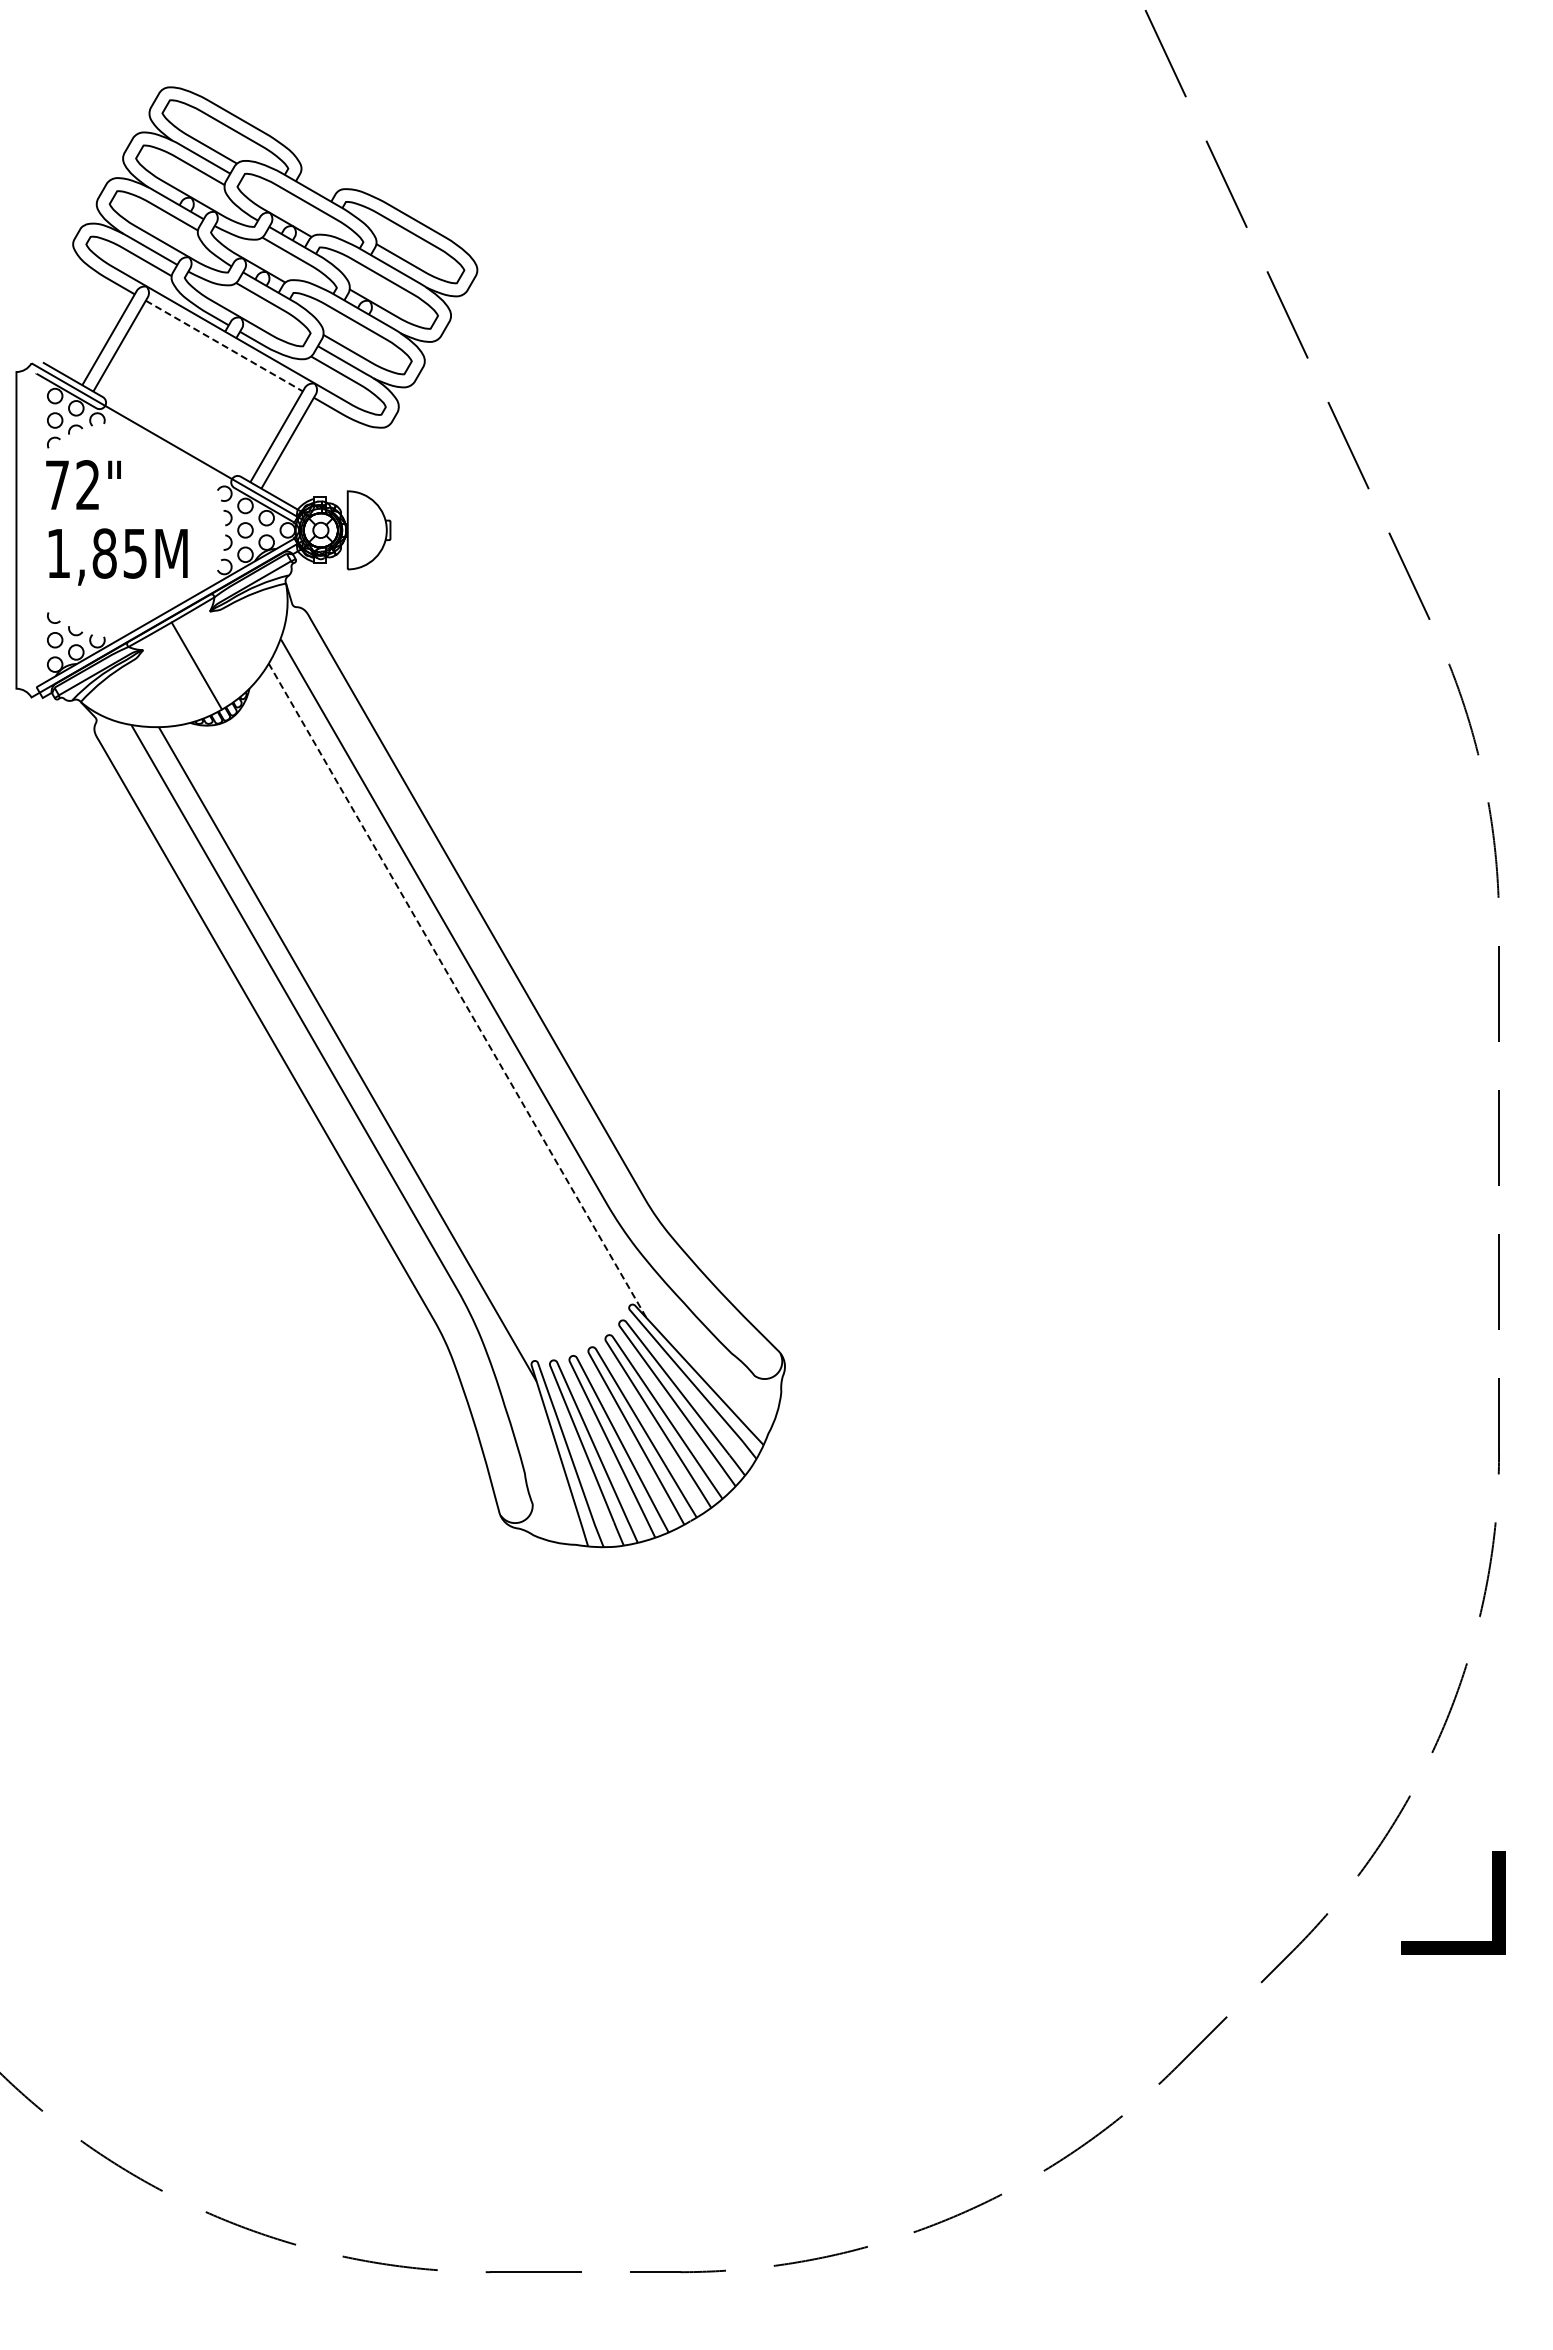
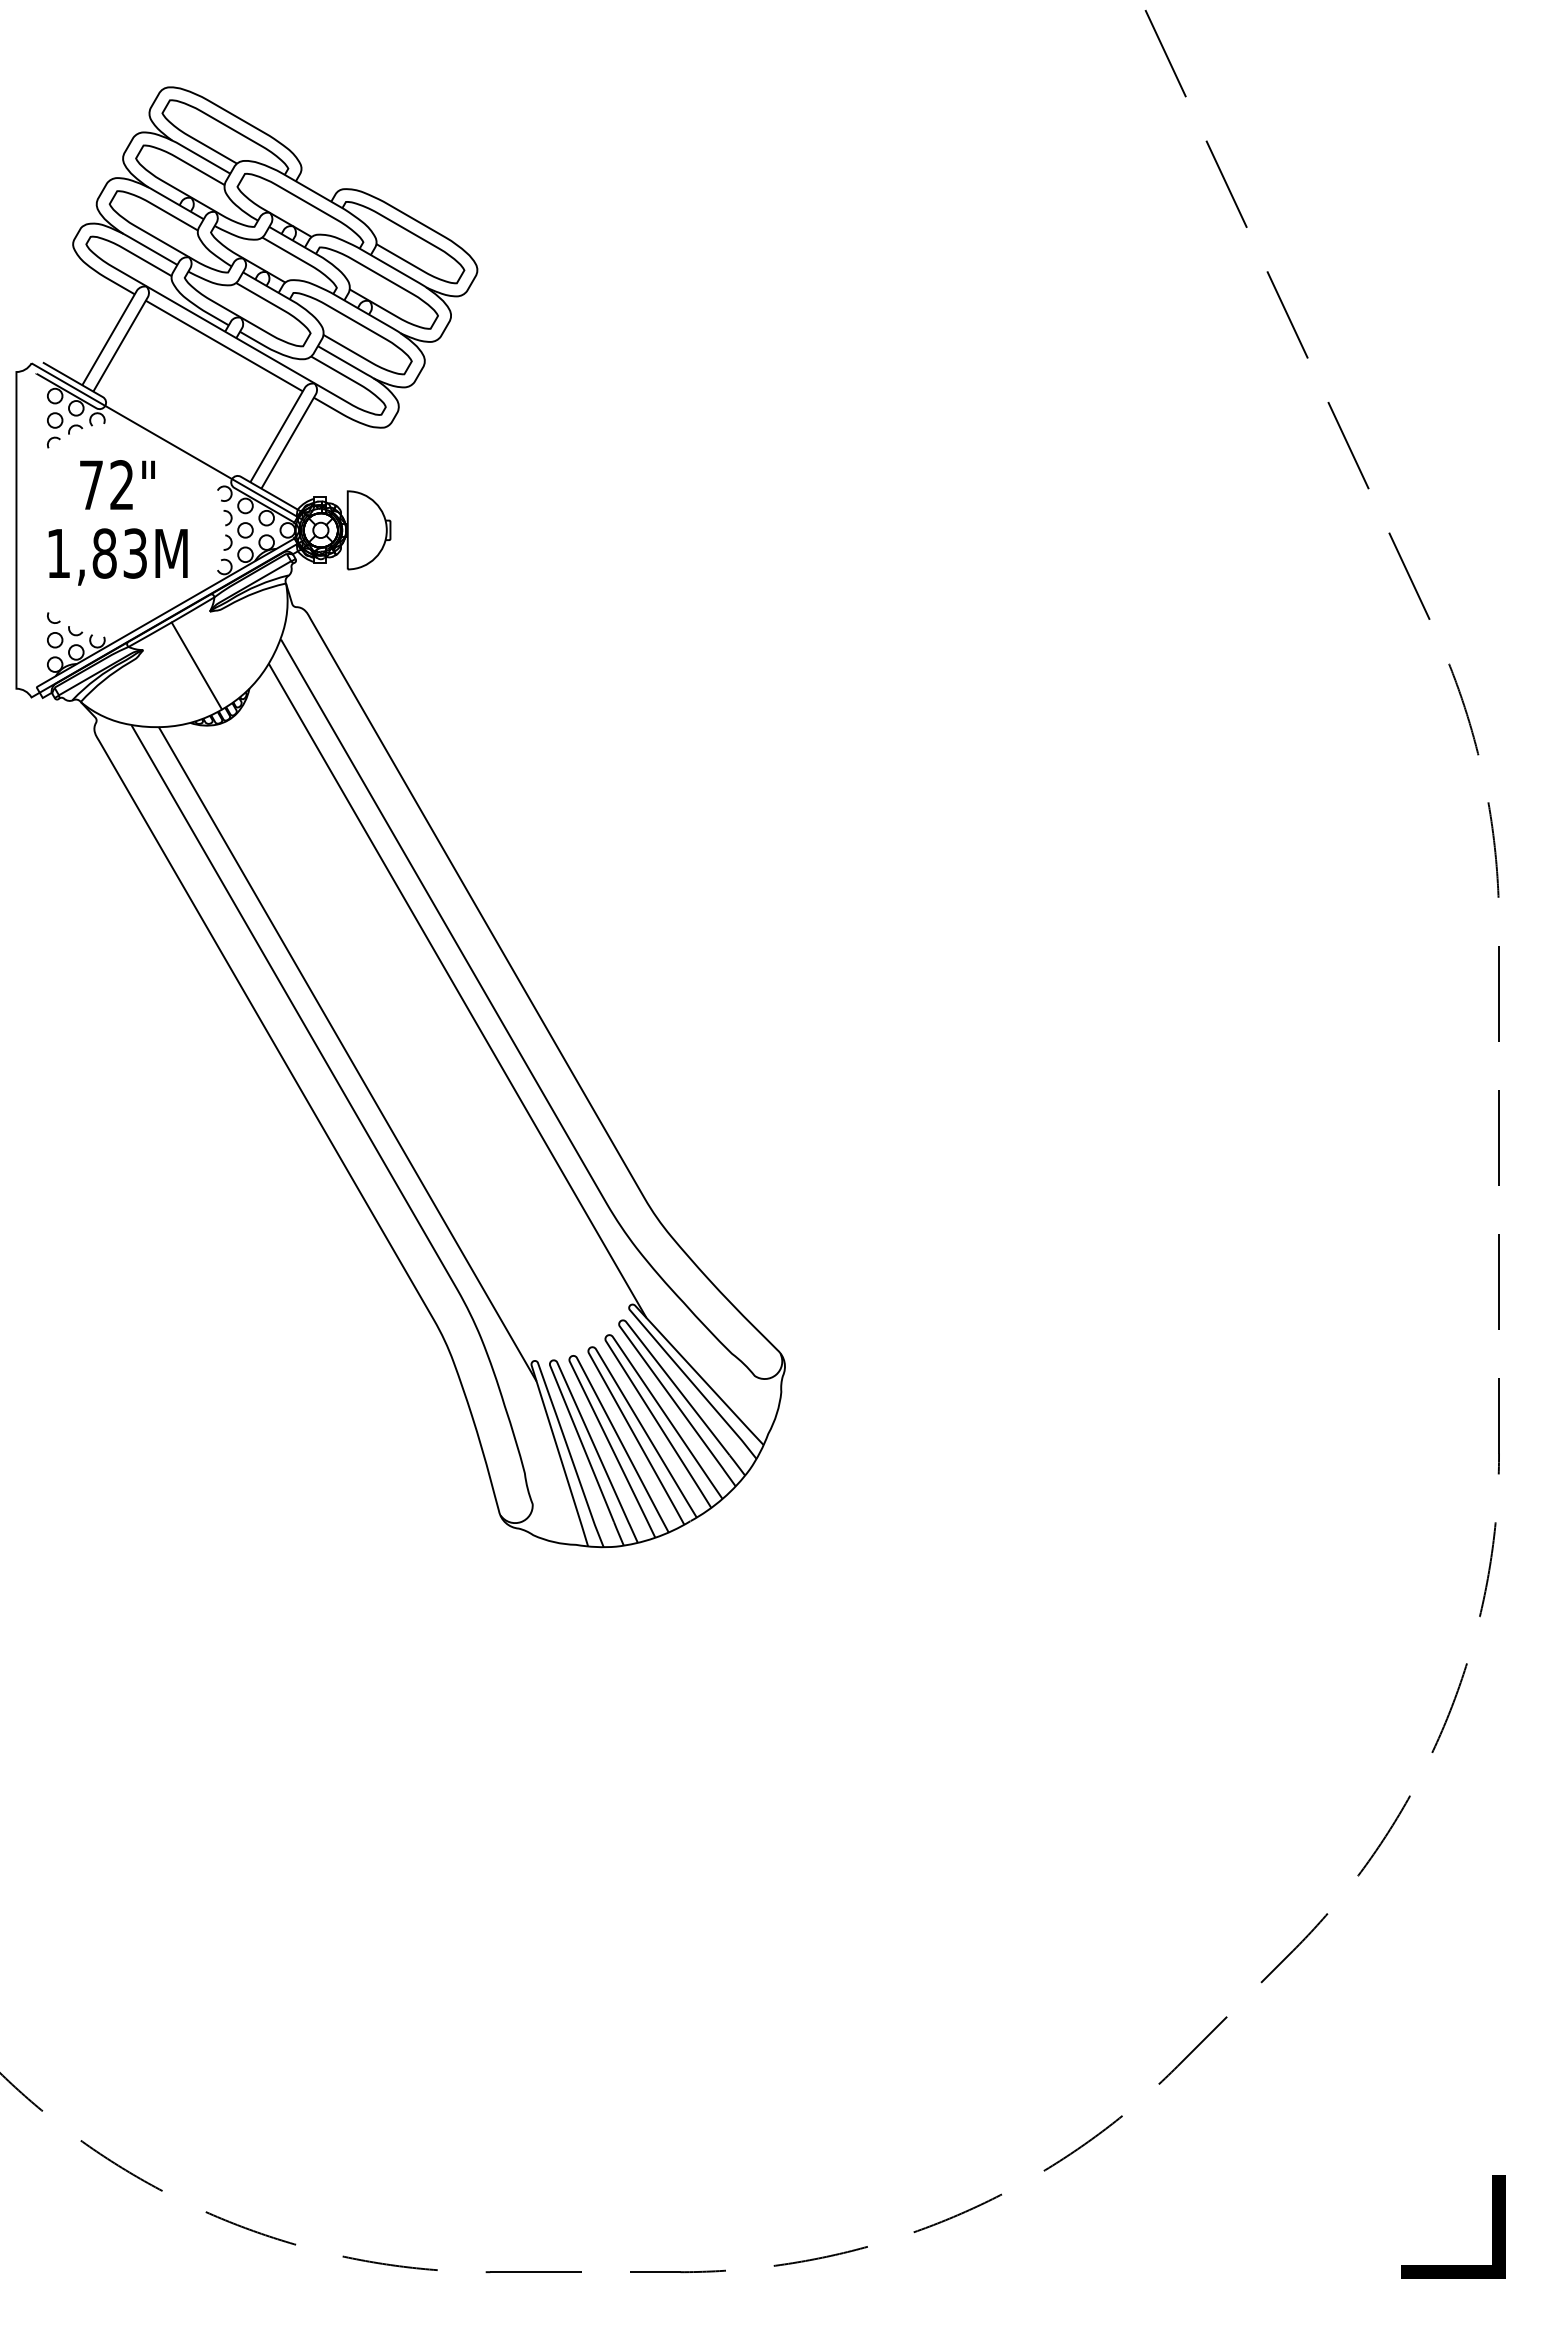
line at (224, 346): dashed -> solid
text at (83, 484) position: (83, 484) -> (117, 484)
text at (135, 553): 1,85M -> 1,83M
line at (457, 990): dashed -> solid
line at (1492, 1902) position: (1492, 1902) -> (1492, 2226)
